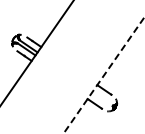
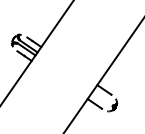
line at (104, 75): dashed -> solid
